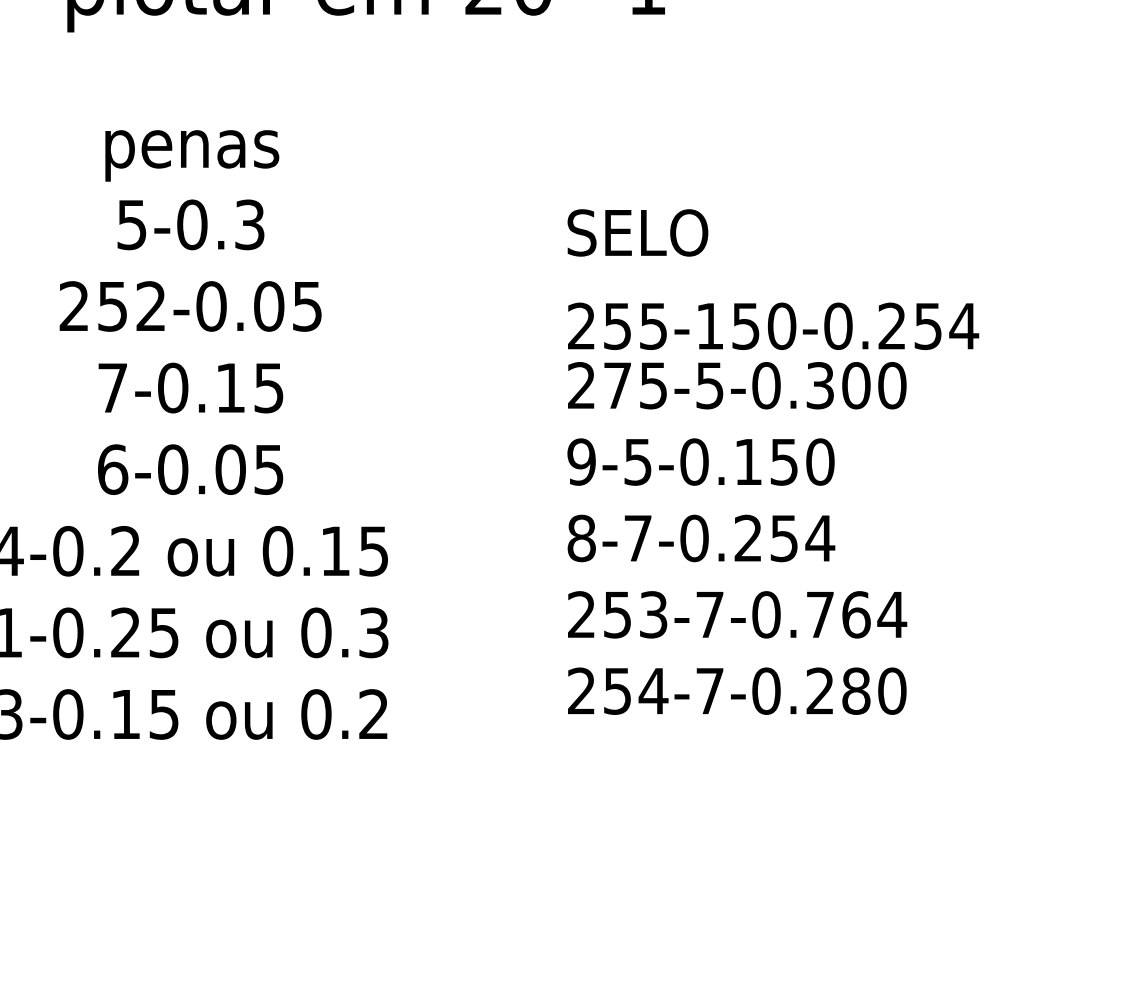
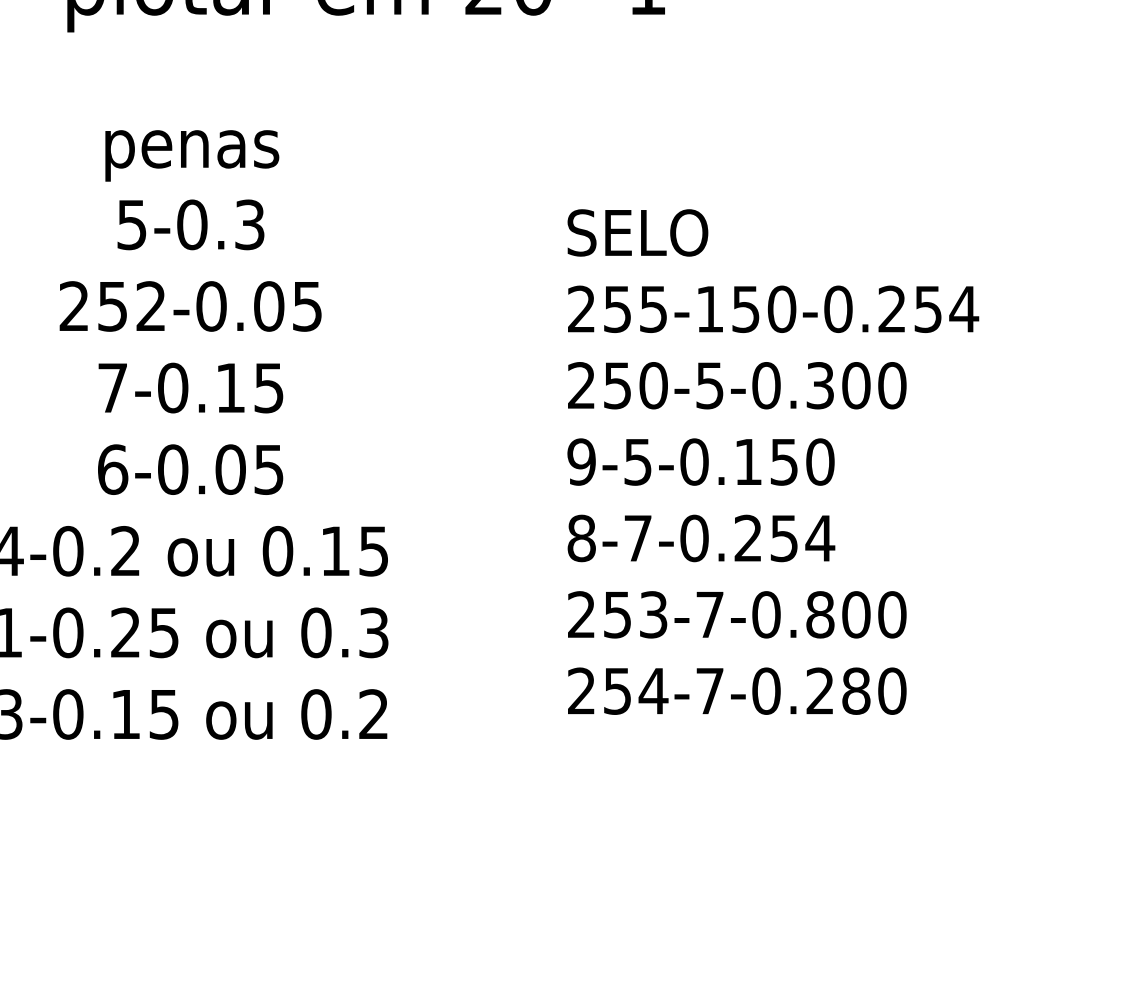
text at (773, 325) position: (773, 325) -> (773, 308)
text at (635, 385): 275-5-0.300 -> 250-5-0.300
text at (856, 614): 253-7-0.764 -> 253-7-0.800
